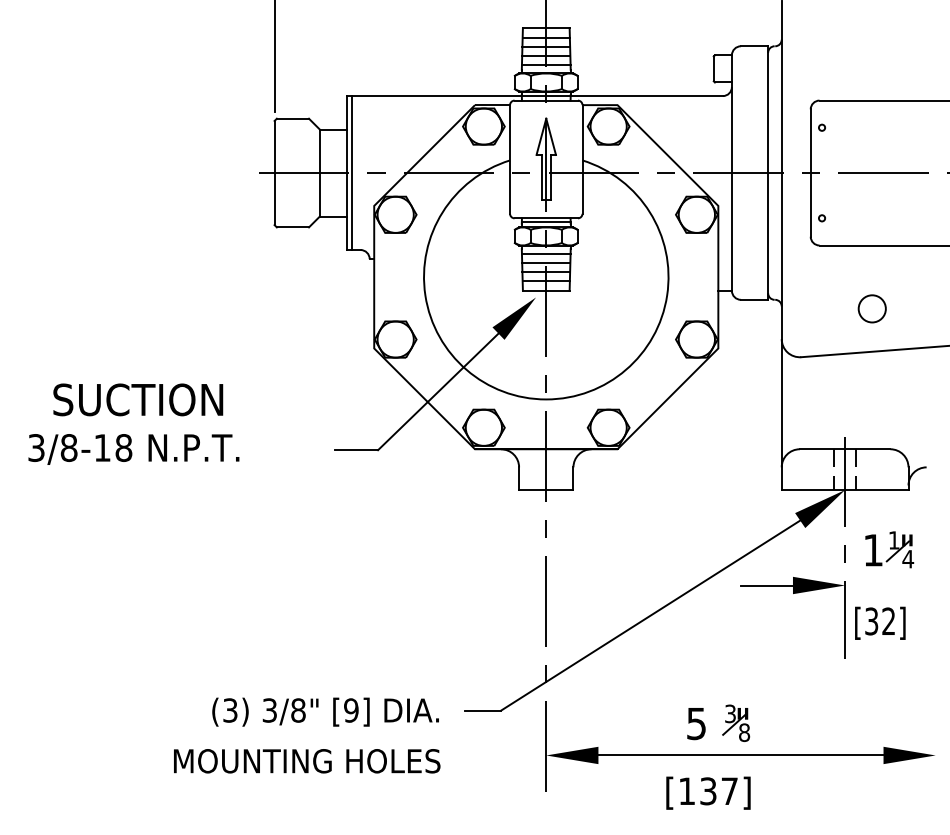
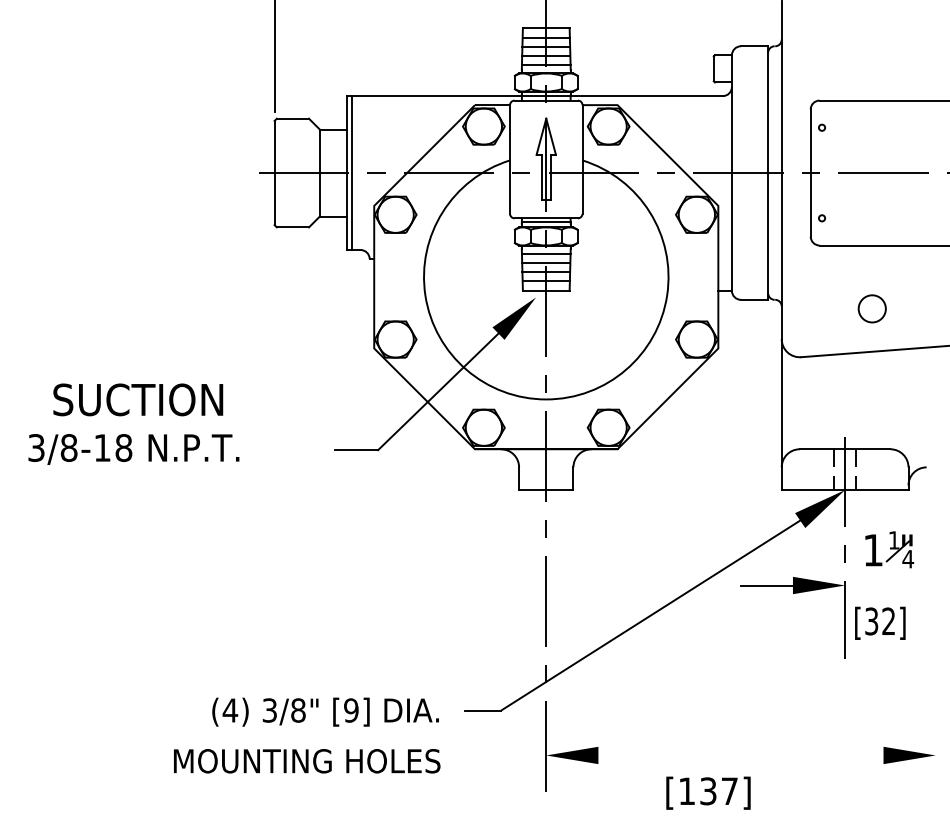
text at (230, 710): (3) -> (4)
part at (725, 722): present -> none
line at (740, 755): present -> none
